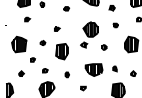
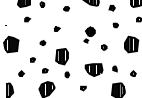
part at (89, 34) size: 19x28 px -> 13x18 px
part at (19, 44) position: (19, 44) -> (11, 44)
part at (61, 51) position: (61, 51) -> (61, 56)
